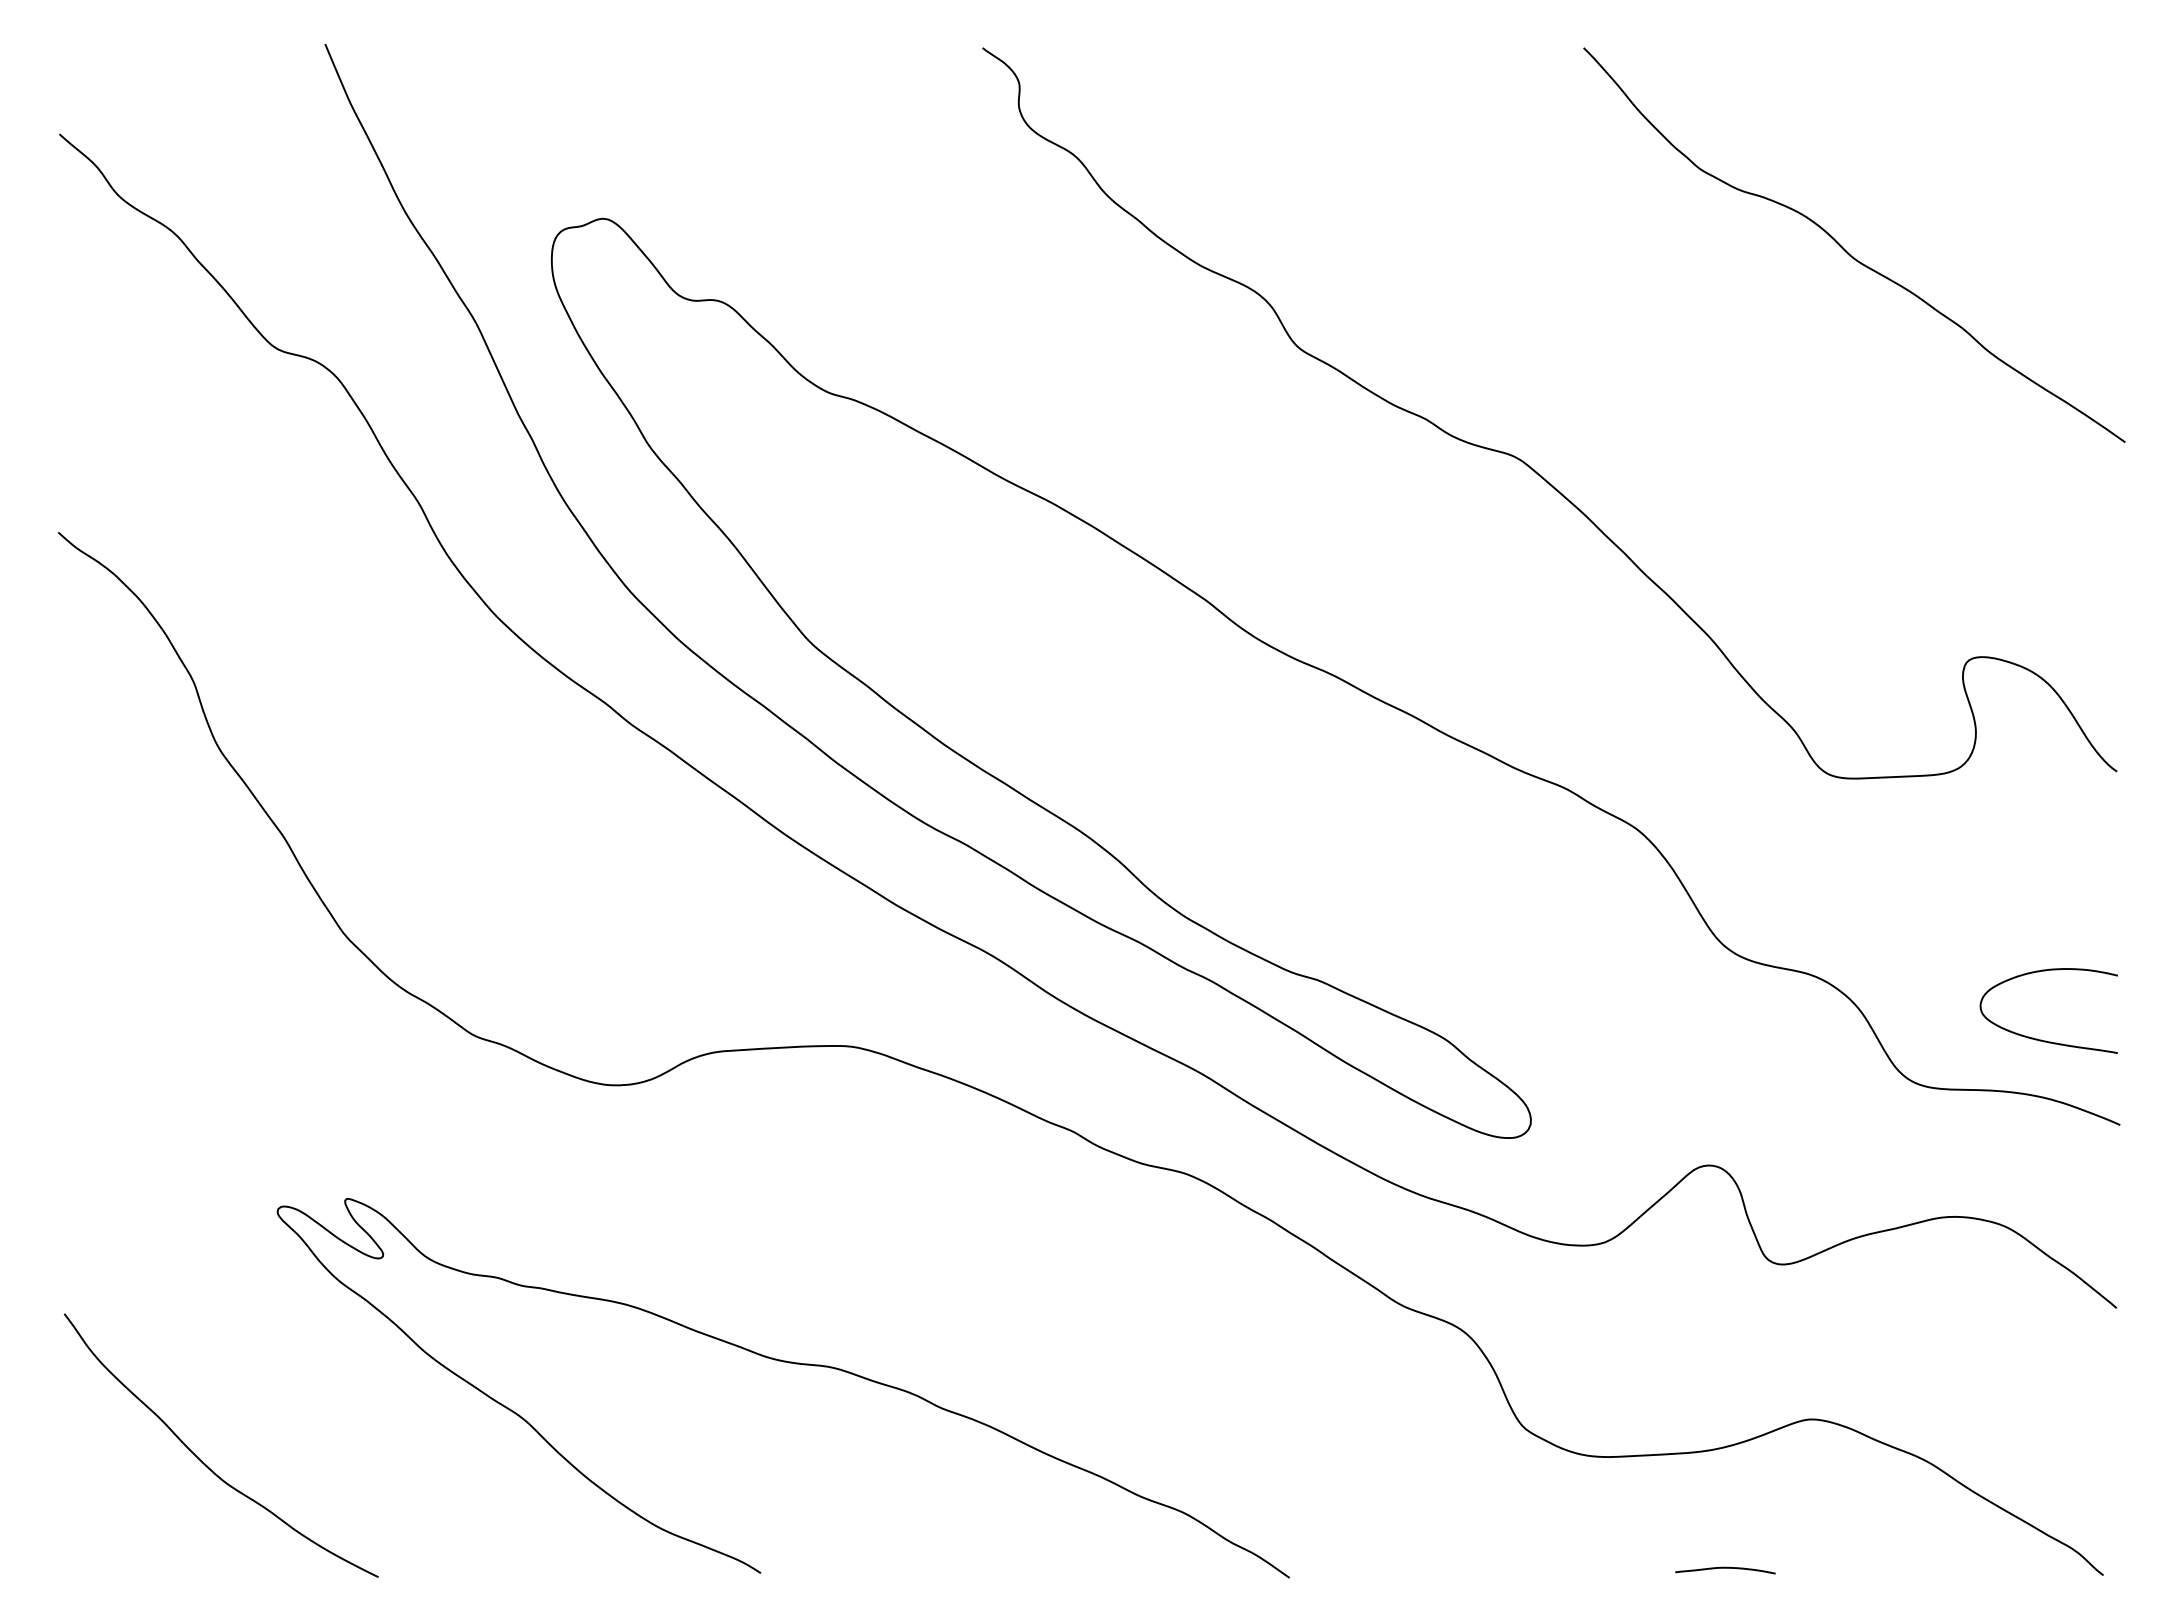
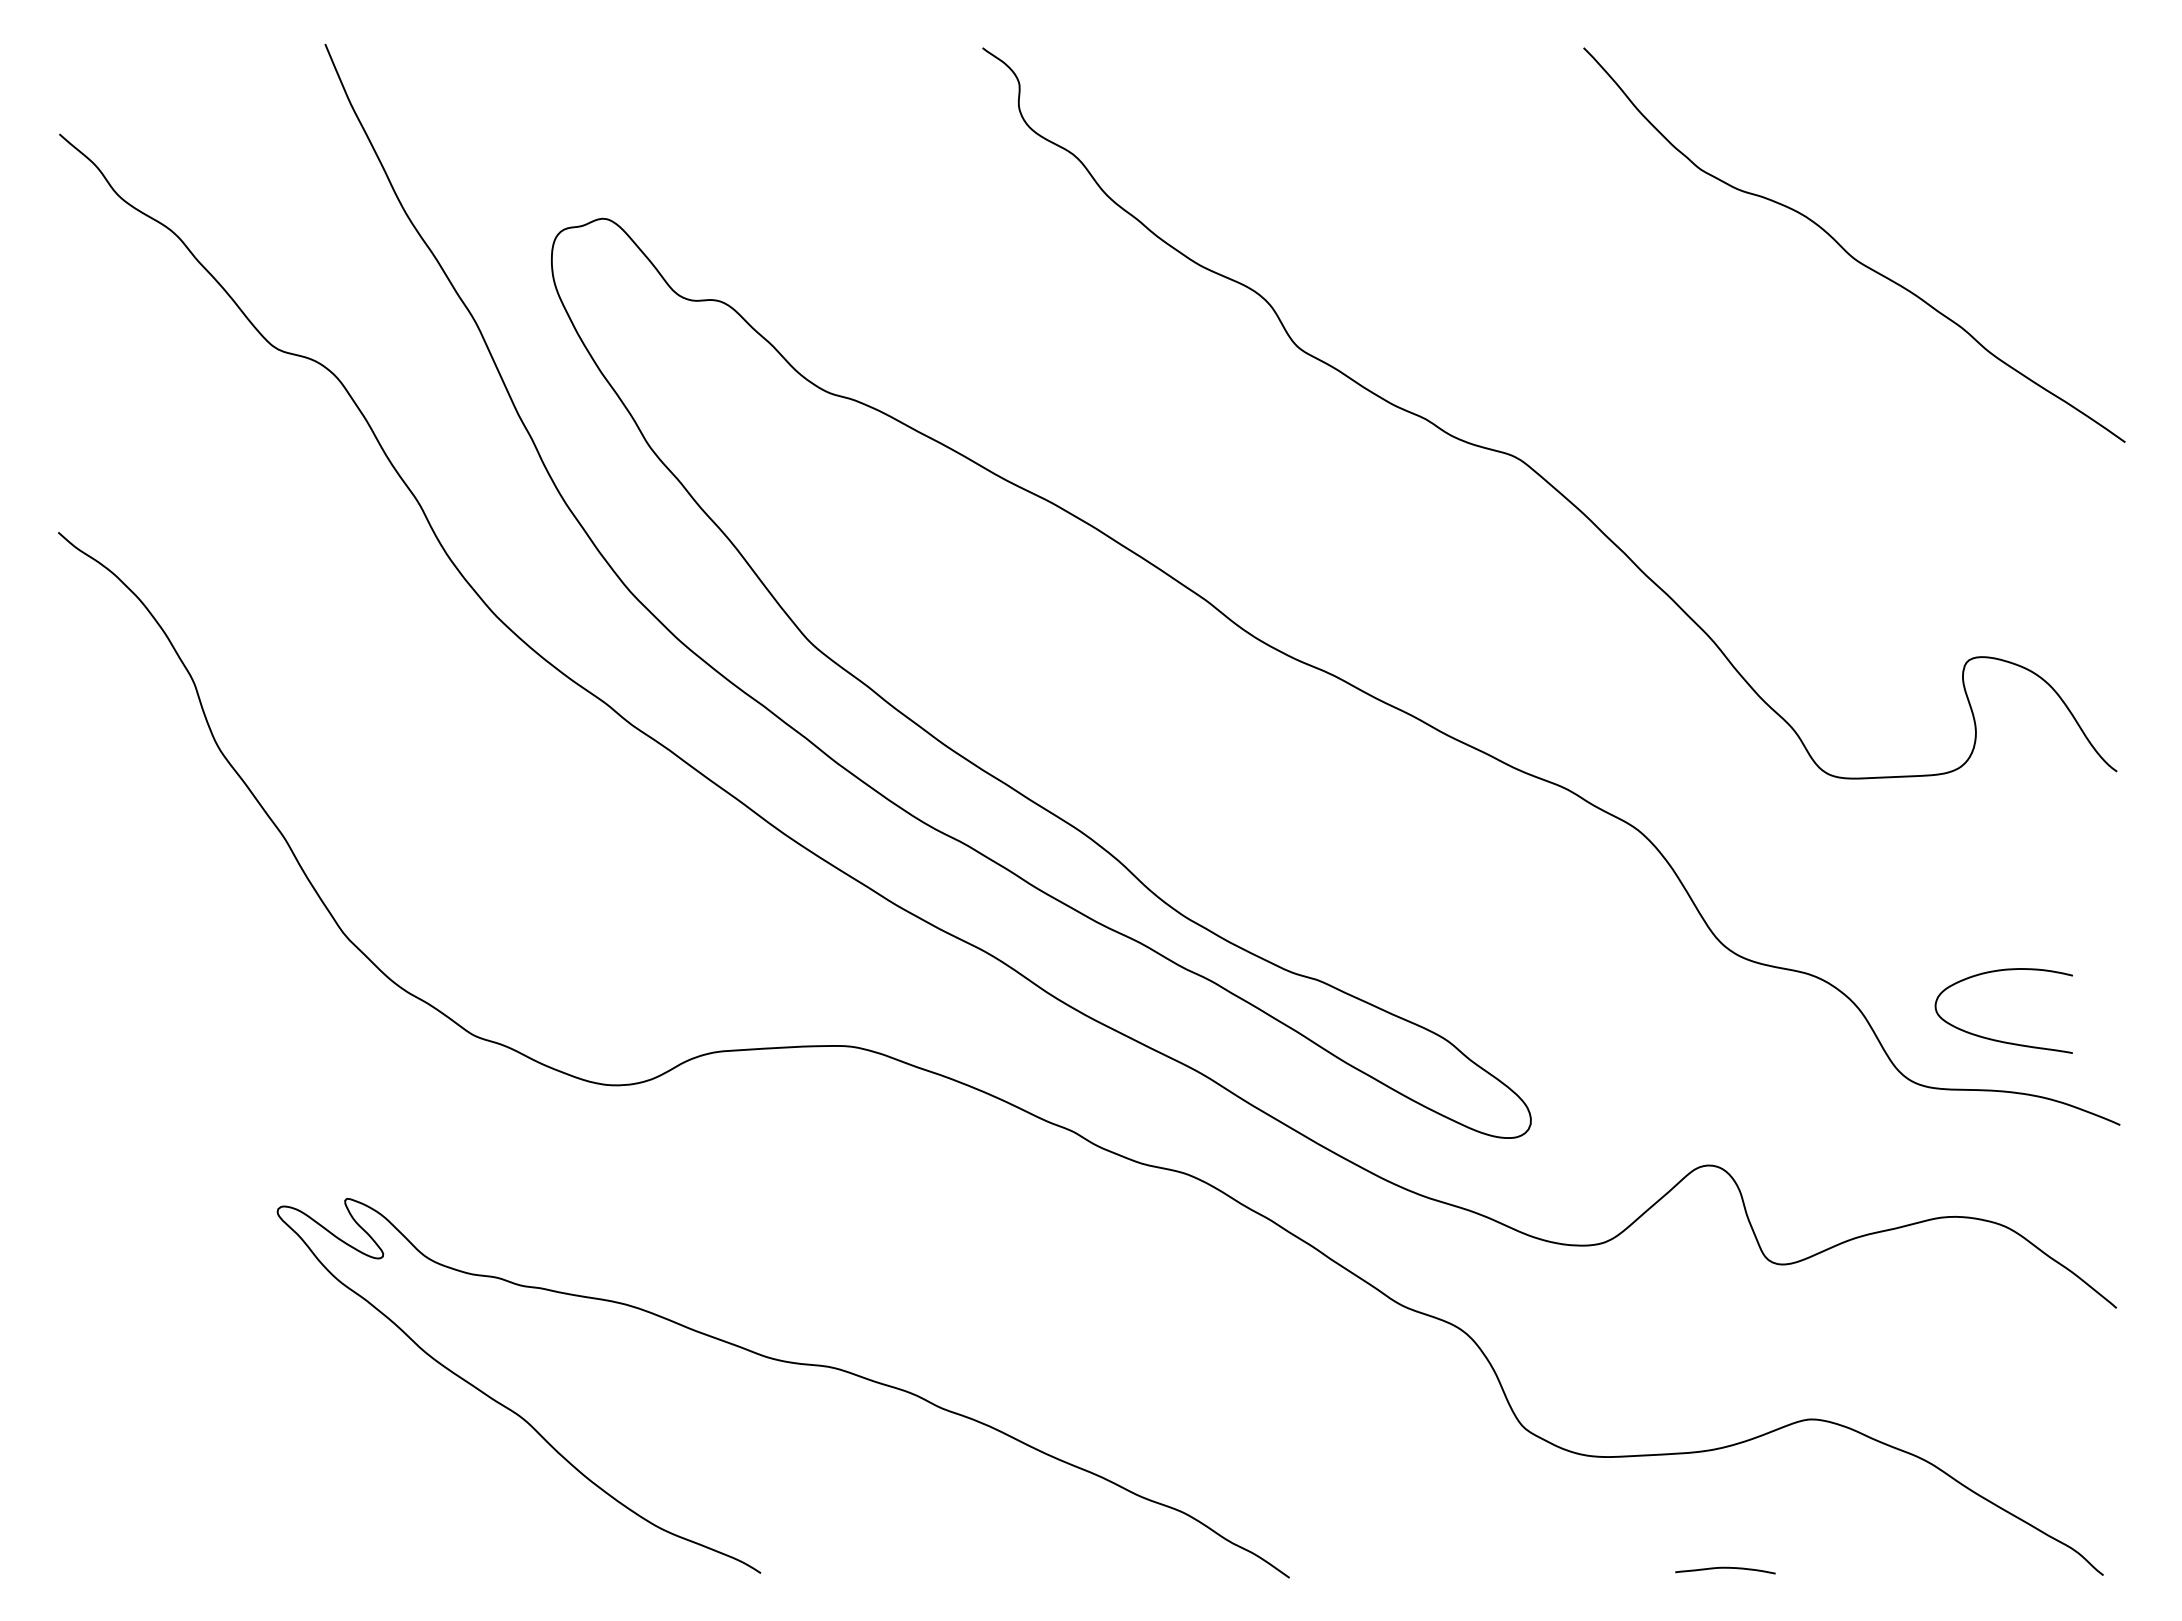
curve at (2041, 1039) position: (2041, 1039) -> (1996, 1039)
curve at (204, 1462): present -> none
